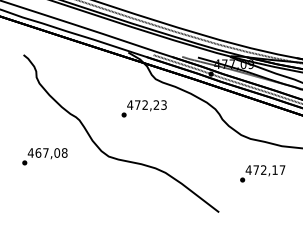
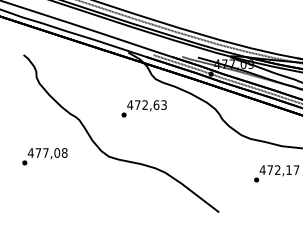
text at (156, 104): 472,23 -> 472,63
text at (38, 152): 467,08 -> 477,08
text at (262, 173) position: (262, 173) -> (276, 173)
